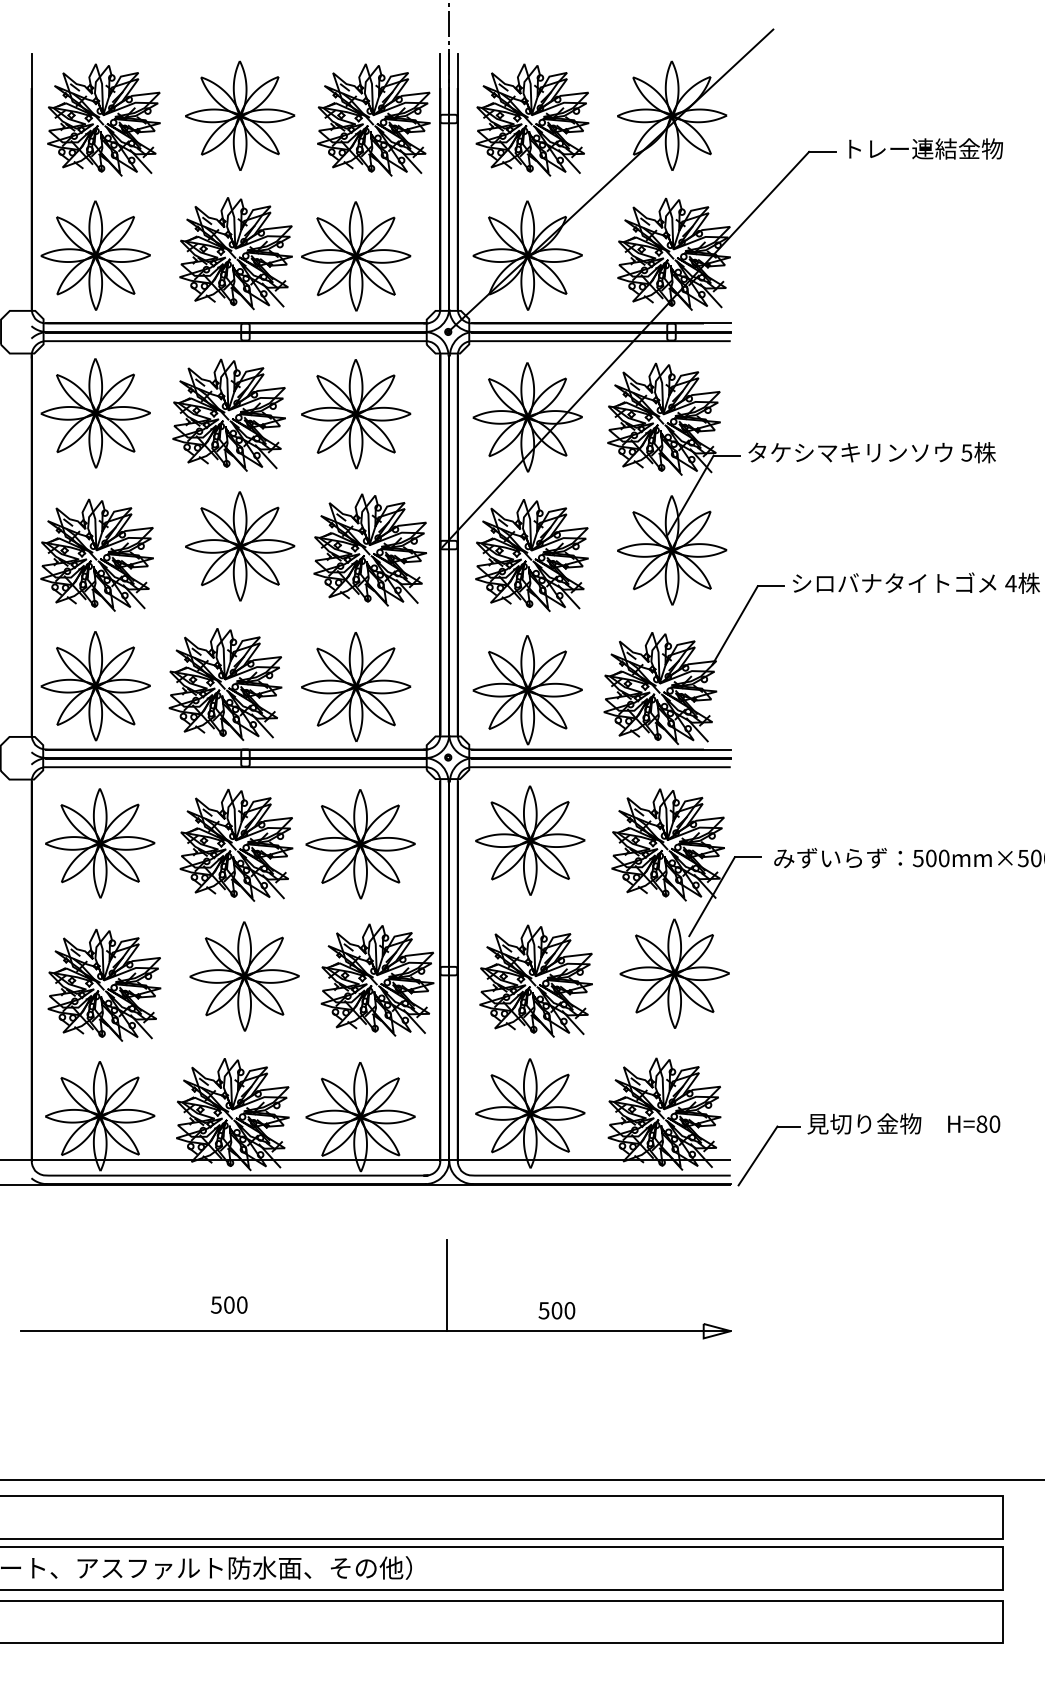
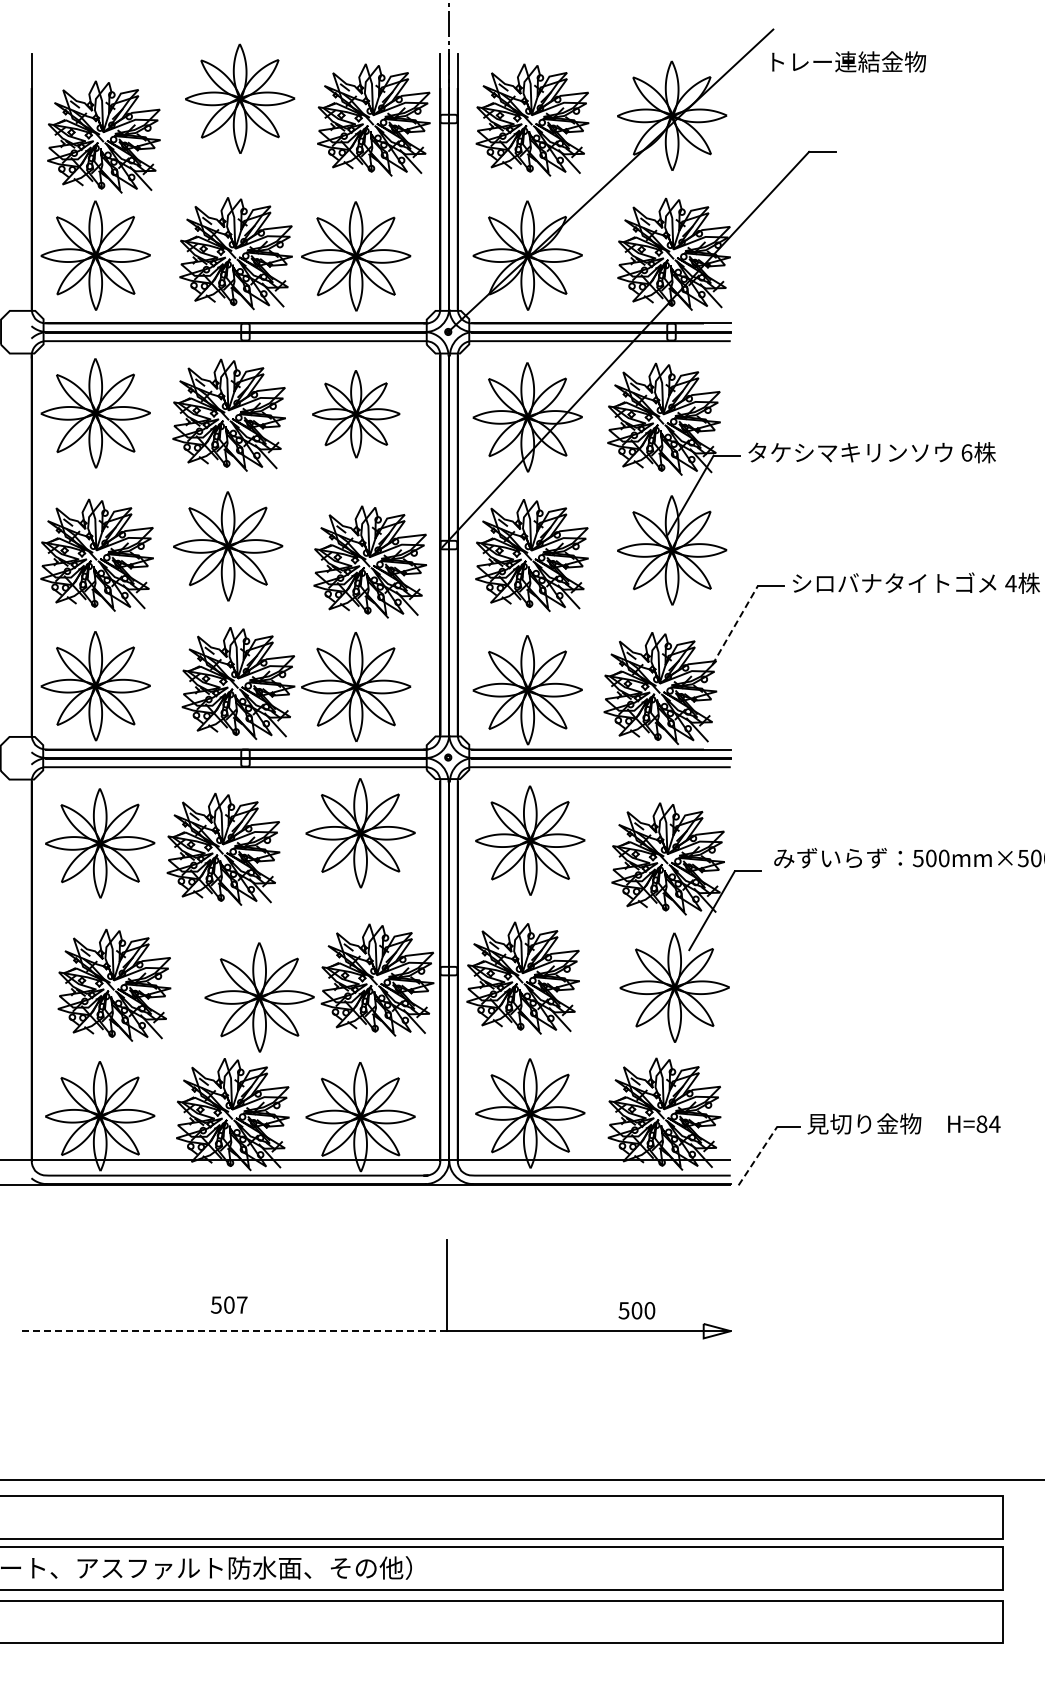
part at (240, 115) position: (240, 115) -> (240, 98)
part at (103, 119) position: (103, 119) -> (103, 136)
text at (925, 148) position: (925, 148) -> (848, 61)
part at (356, 414) size: 111x111 px -> 89x89 px
text at (966, 452): 5 -> 6
part at (240, 546) position: (240, 546) -> (228, 546)
part at (370, 549) position: (370, 549) -> (370, 561)
line at (735, 625): solid -> dashed
part at (225, 684) position: (225, 684) -> (238, 683)
part at (236, 844) position: (236, 844) -> (223, 848)
part at (360, 844) position: (360, 844) -> (360, 833)
part at (686, 901) position: (686, 901) -> (686, 915)
part at (244, 976) position: (244, 976) -> (259, 997)
part at (535, 980) position: (535, 980) -> (522, 977)
part at (104, 984) position: (104, 984) -> (114, 984)
text at (994, 1123): H=80 -> H=84
line at (758, 1155): solid -> dashed
text at (242, 1304): 500 -> 507
text at (556, 1310) position: (556, 1310) -> (636, 1310)
line at (233, 1331): solid -> dashed
